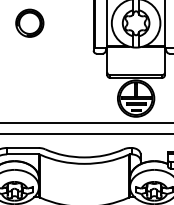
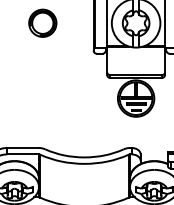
part at (29, 22) position: (29, 22) -> (42, 22)
line at (86, 122): present -> none
line at (86, 133): present -> none
